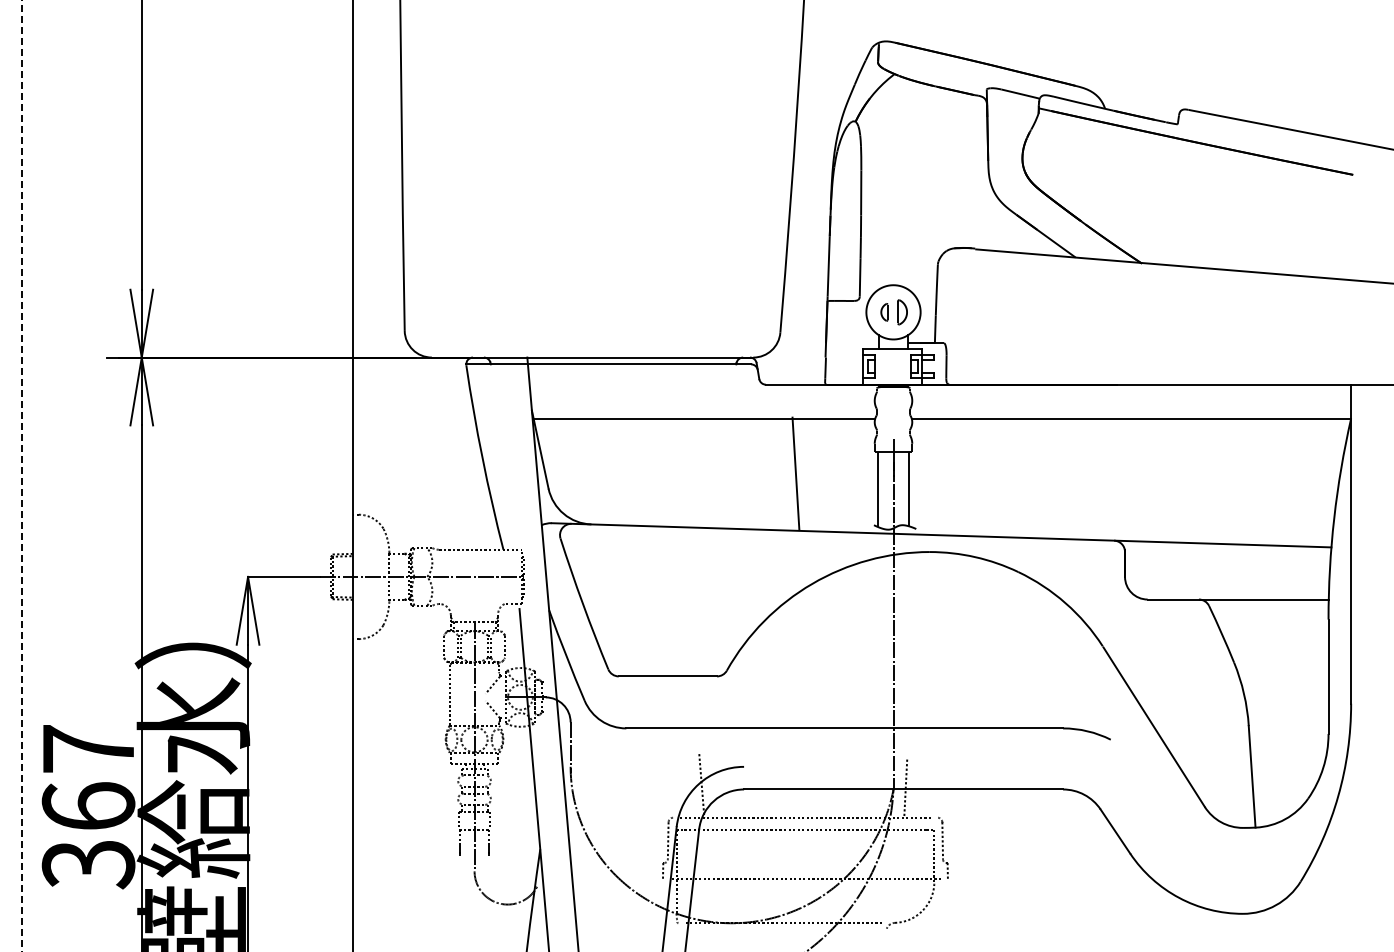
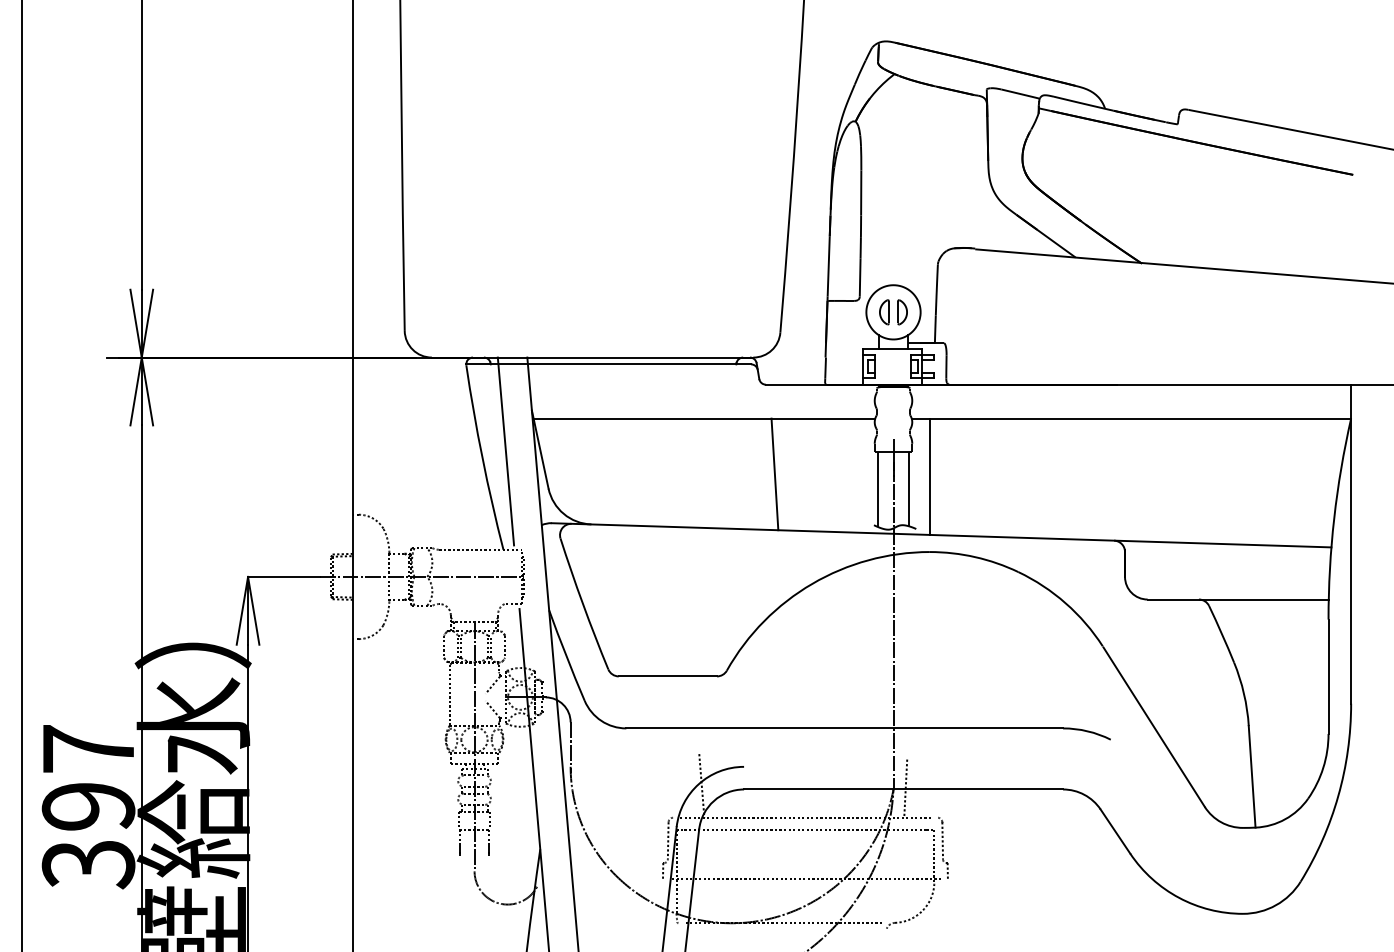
part at (884, 312) size: 9x19 px -> 11x27 px
line at (505, 451): none -> present
line at (795, 473) position: (795, 473) -> (774, 474)
line at (21, 475): dashed -> solid
line at (929, 476): none -> present
text at (88, 806): 367 -> 397
